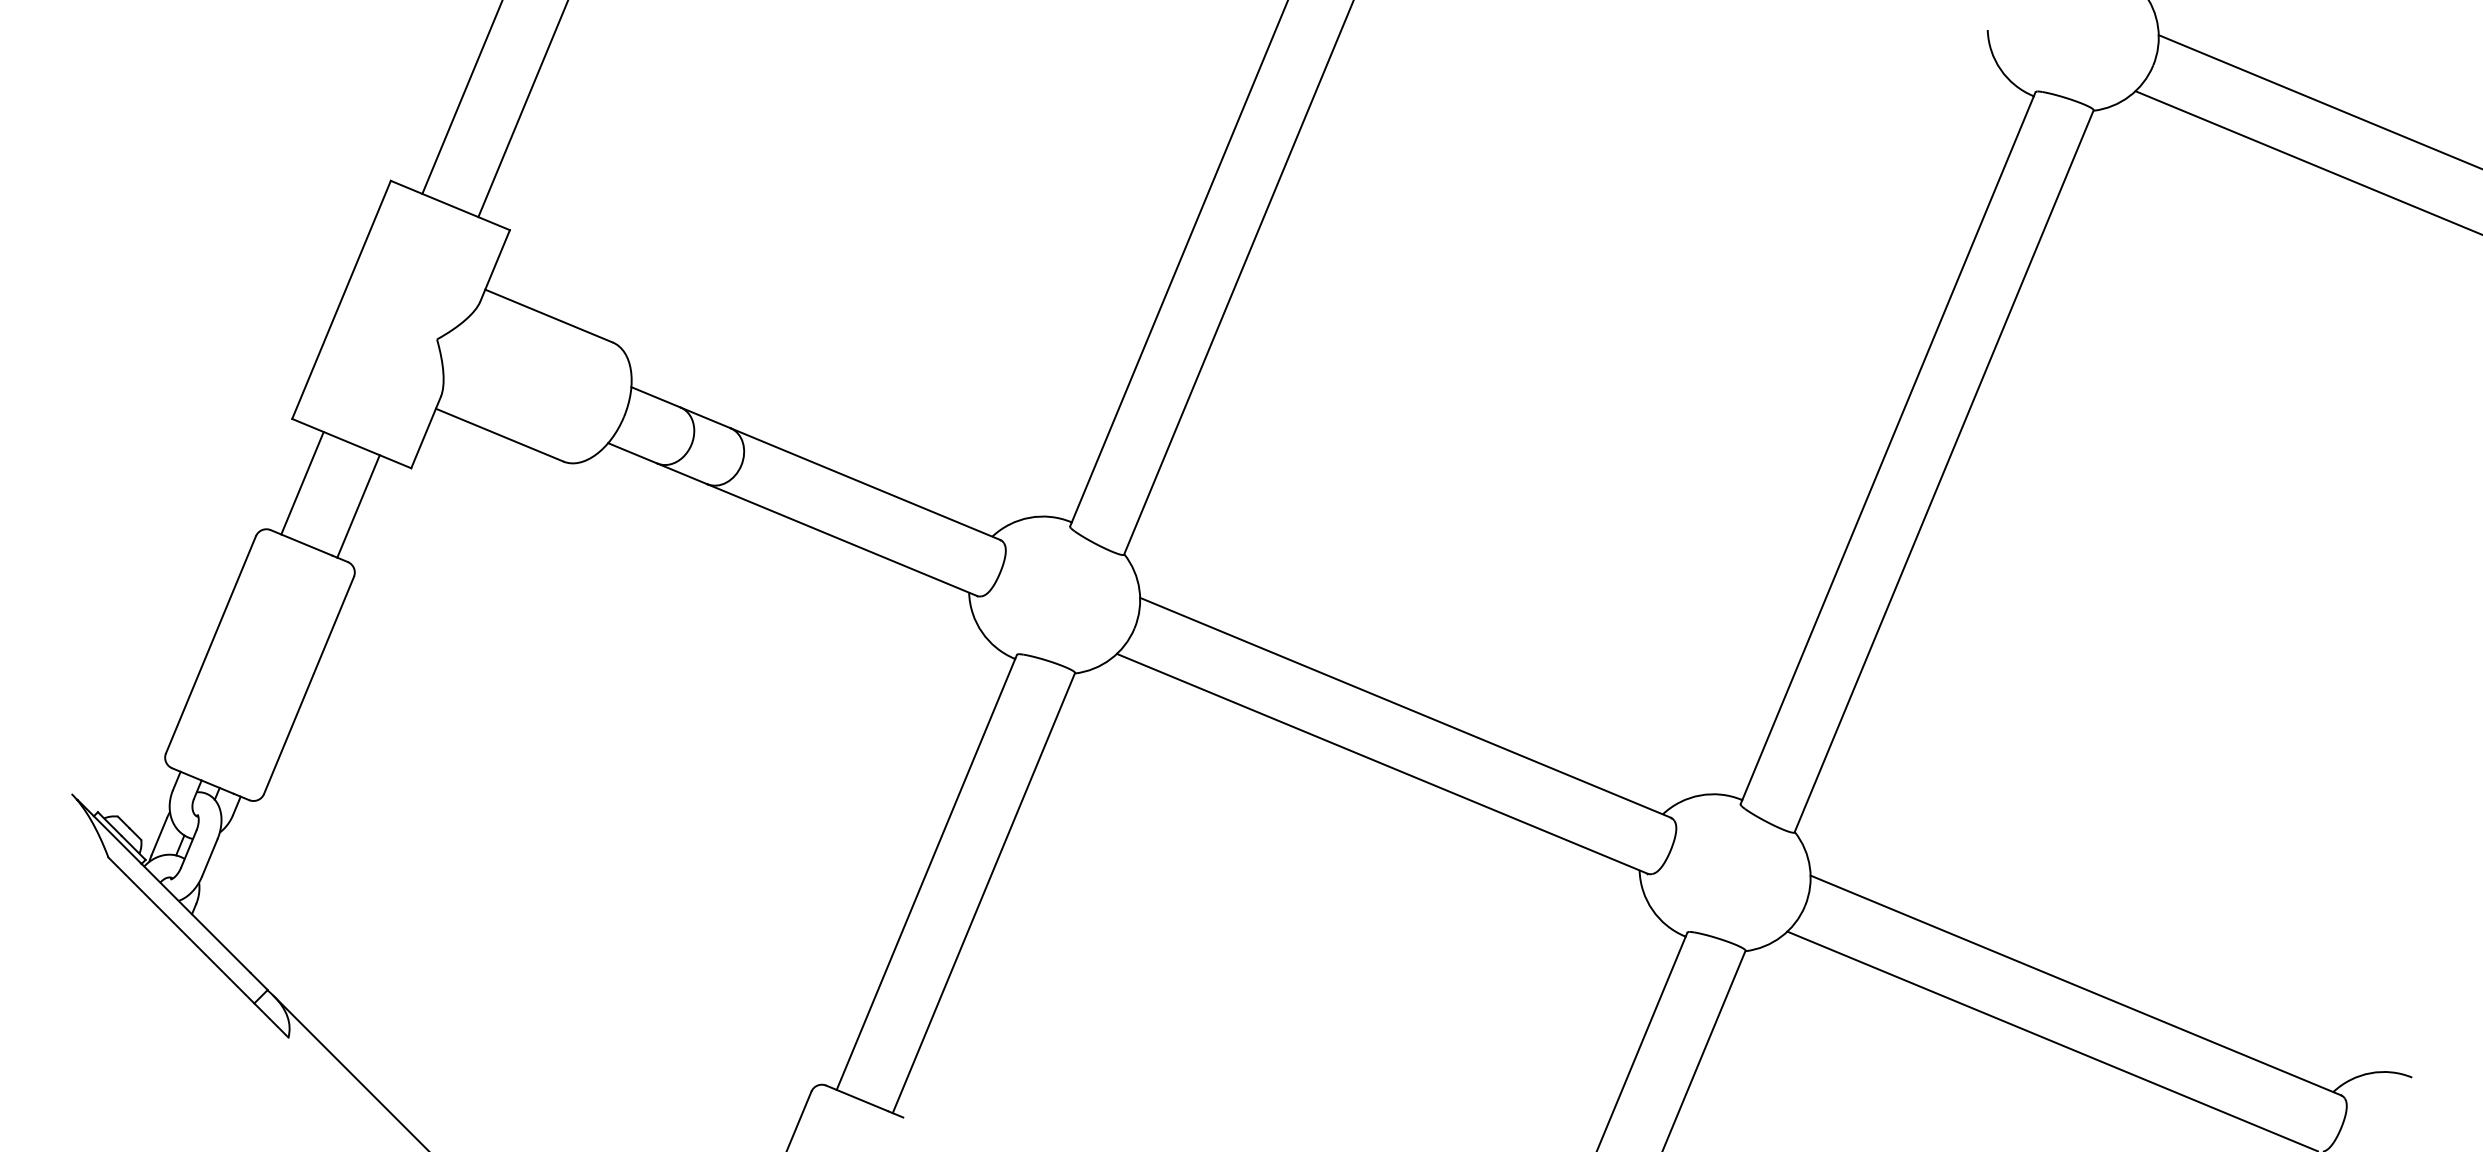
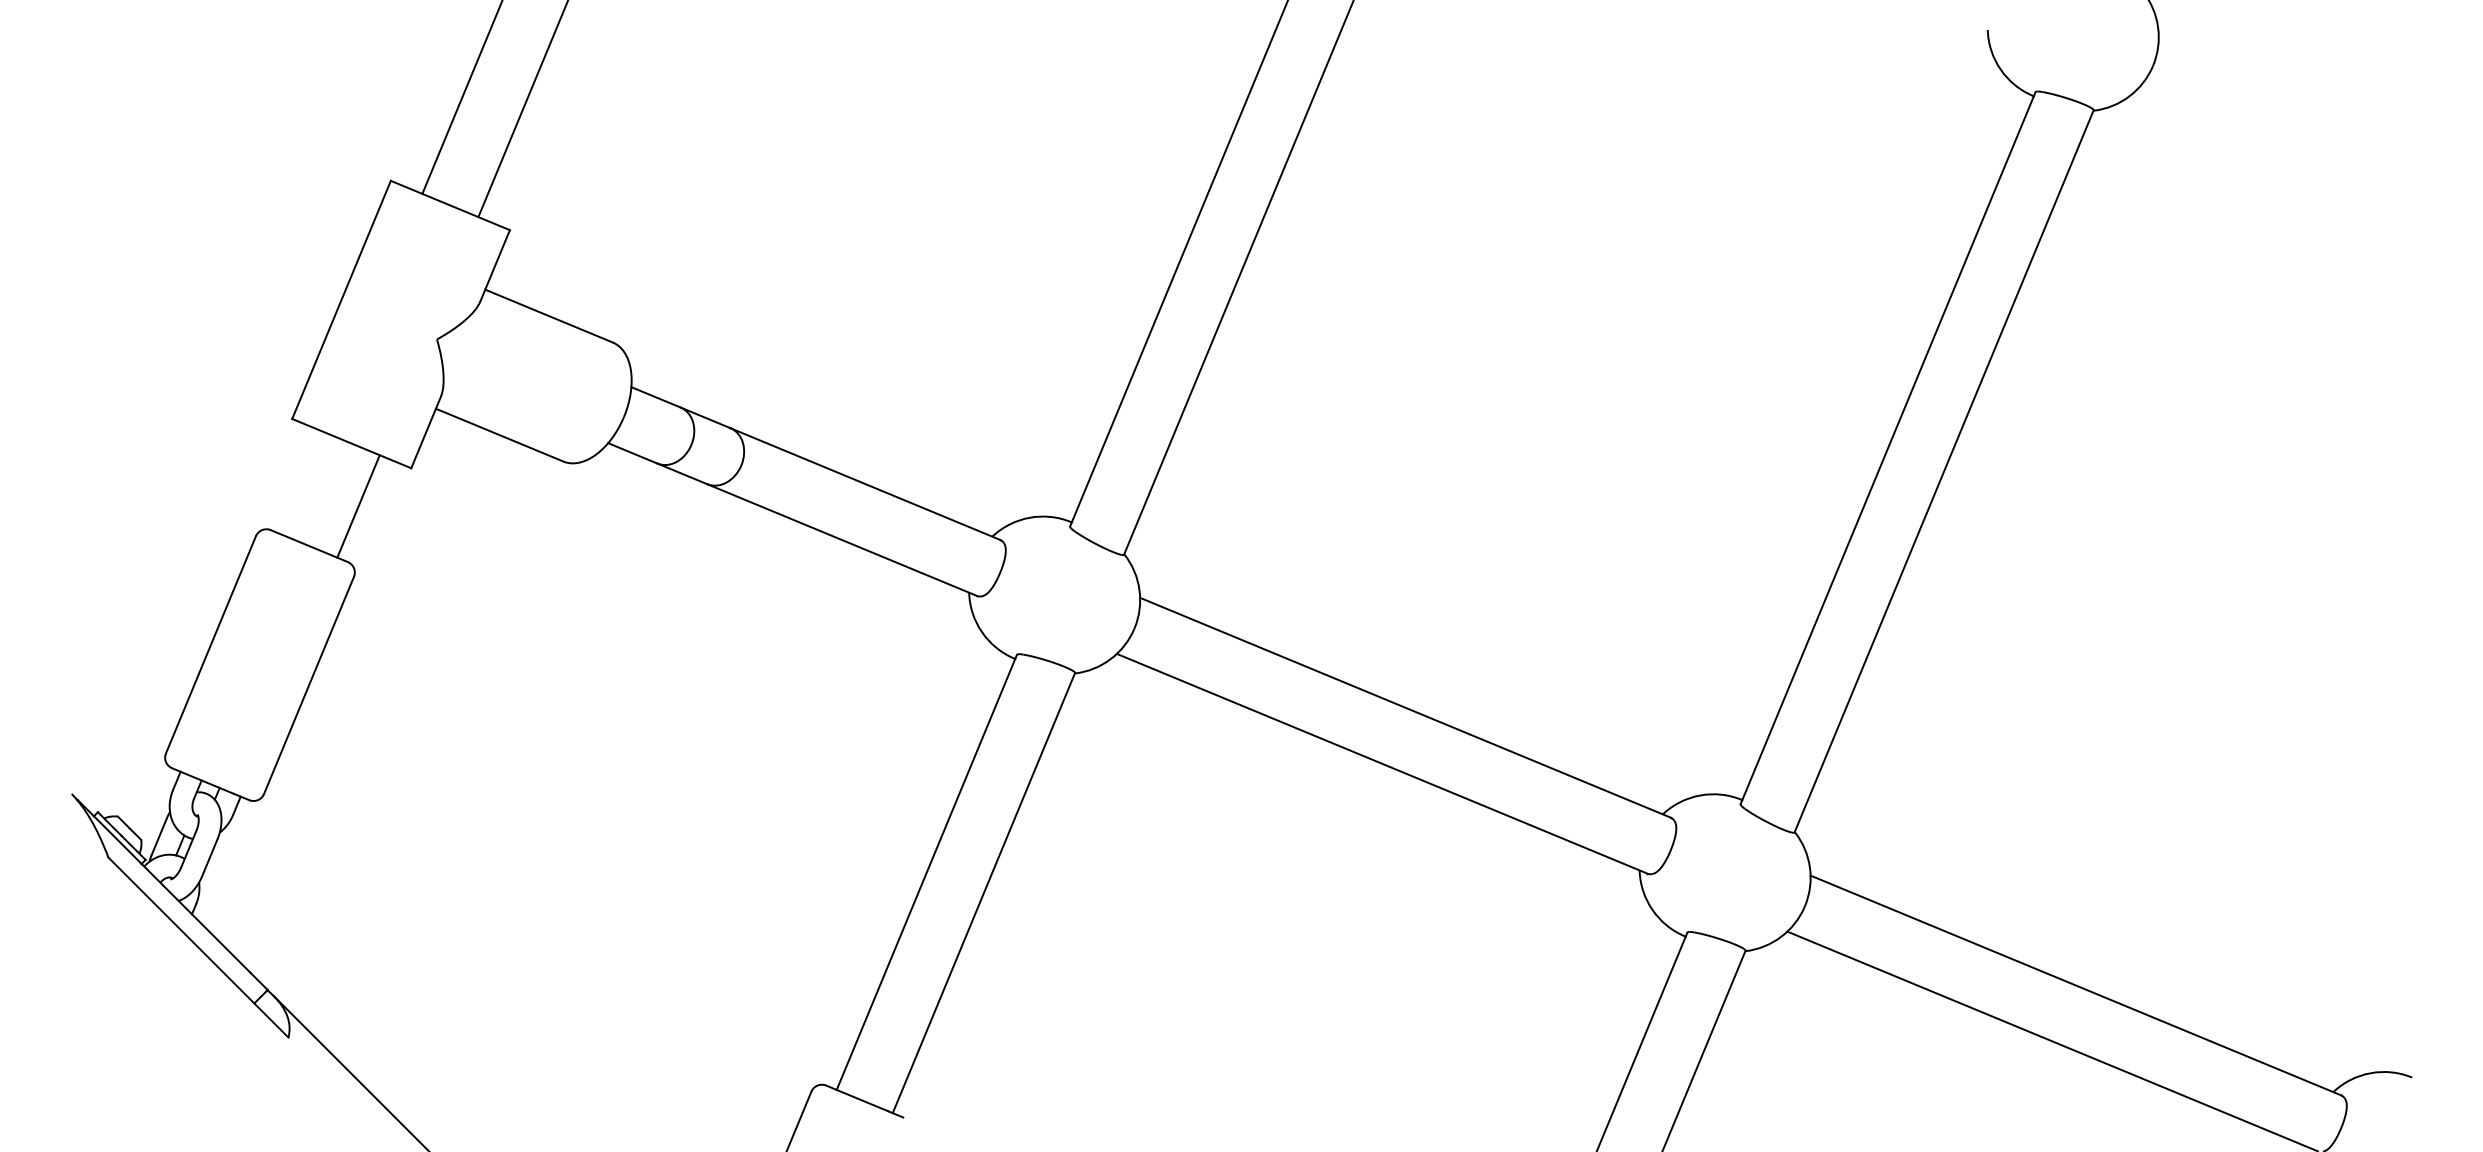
line at (2318, 101): present -> none
line at (2307, 162): present -> none
line at (302, 483): present -> none
